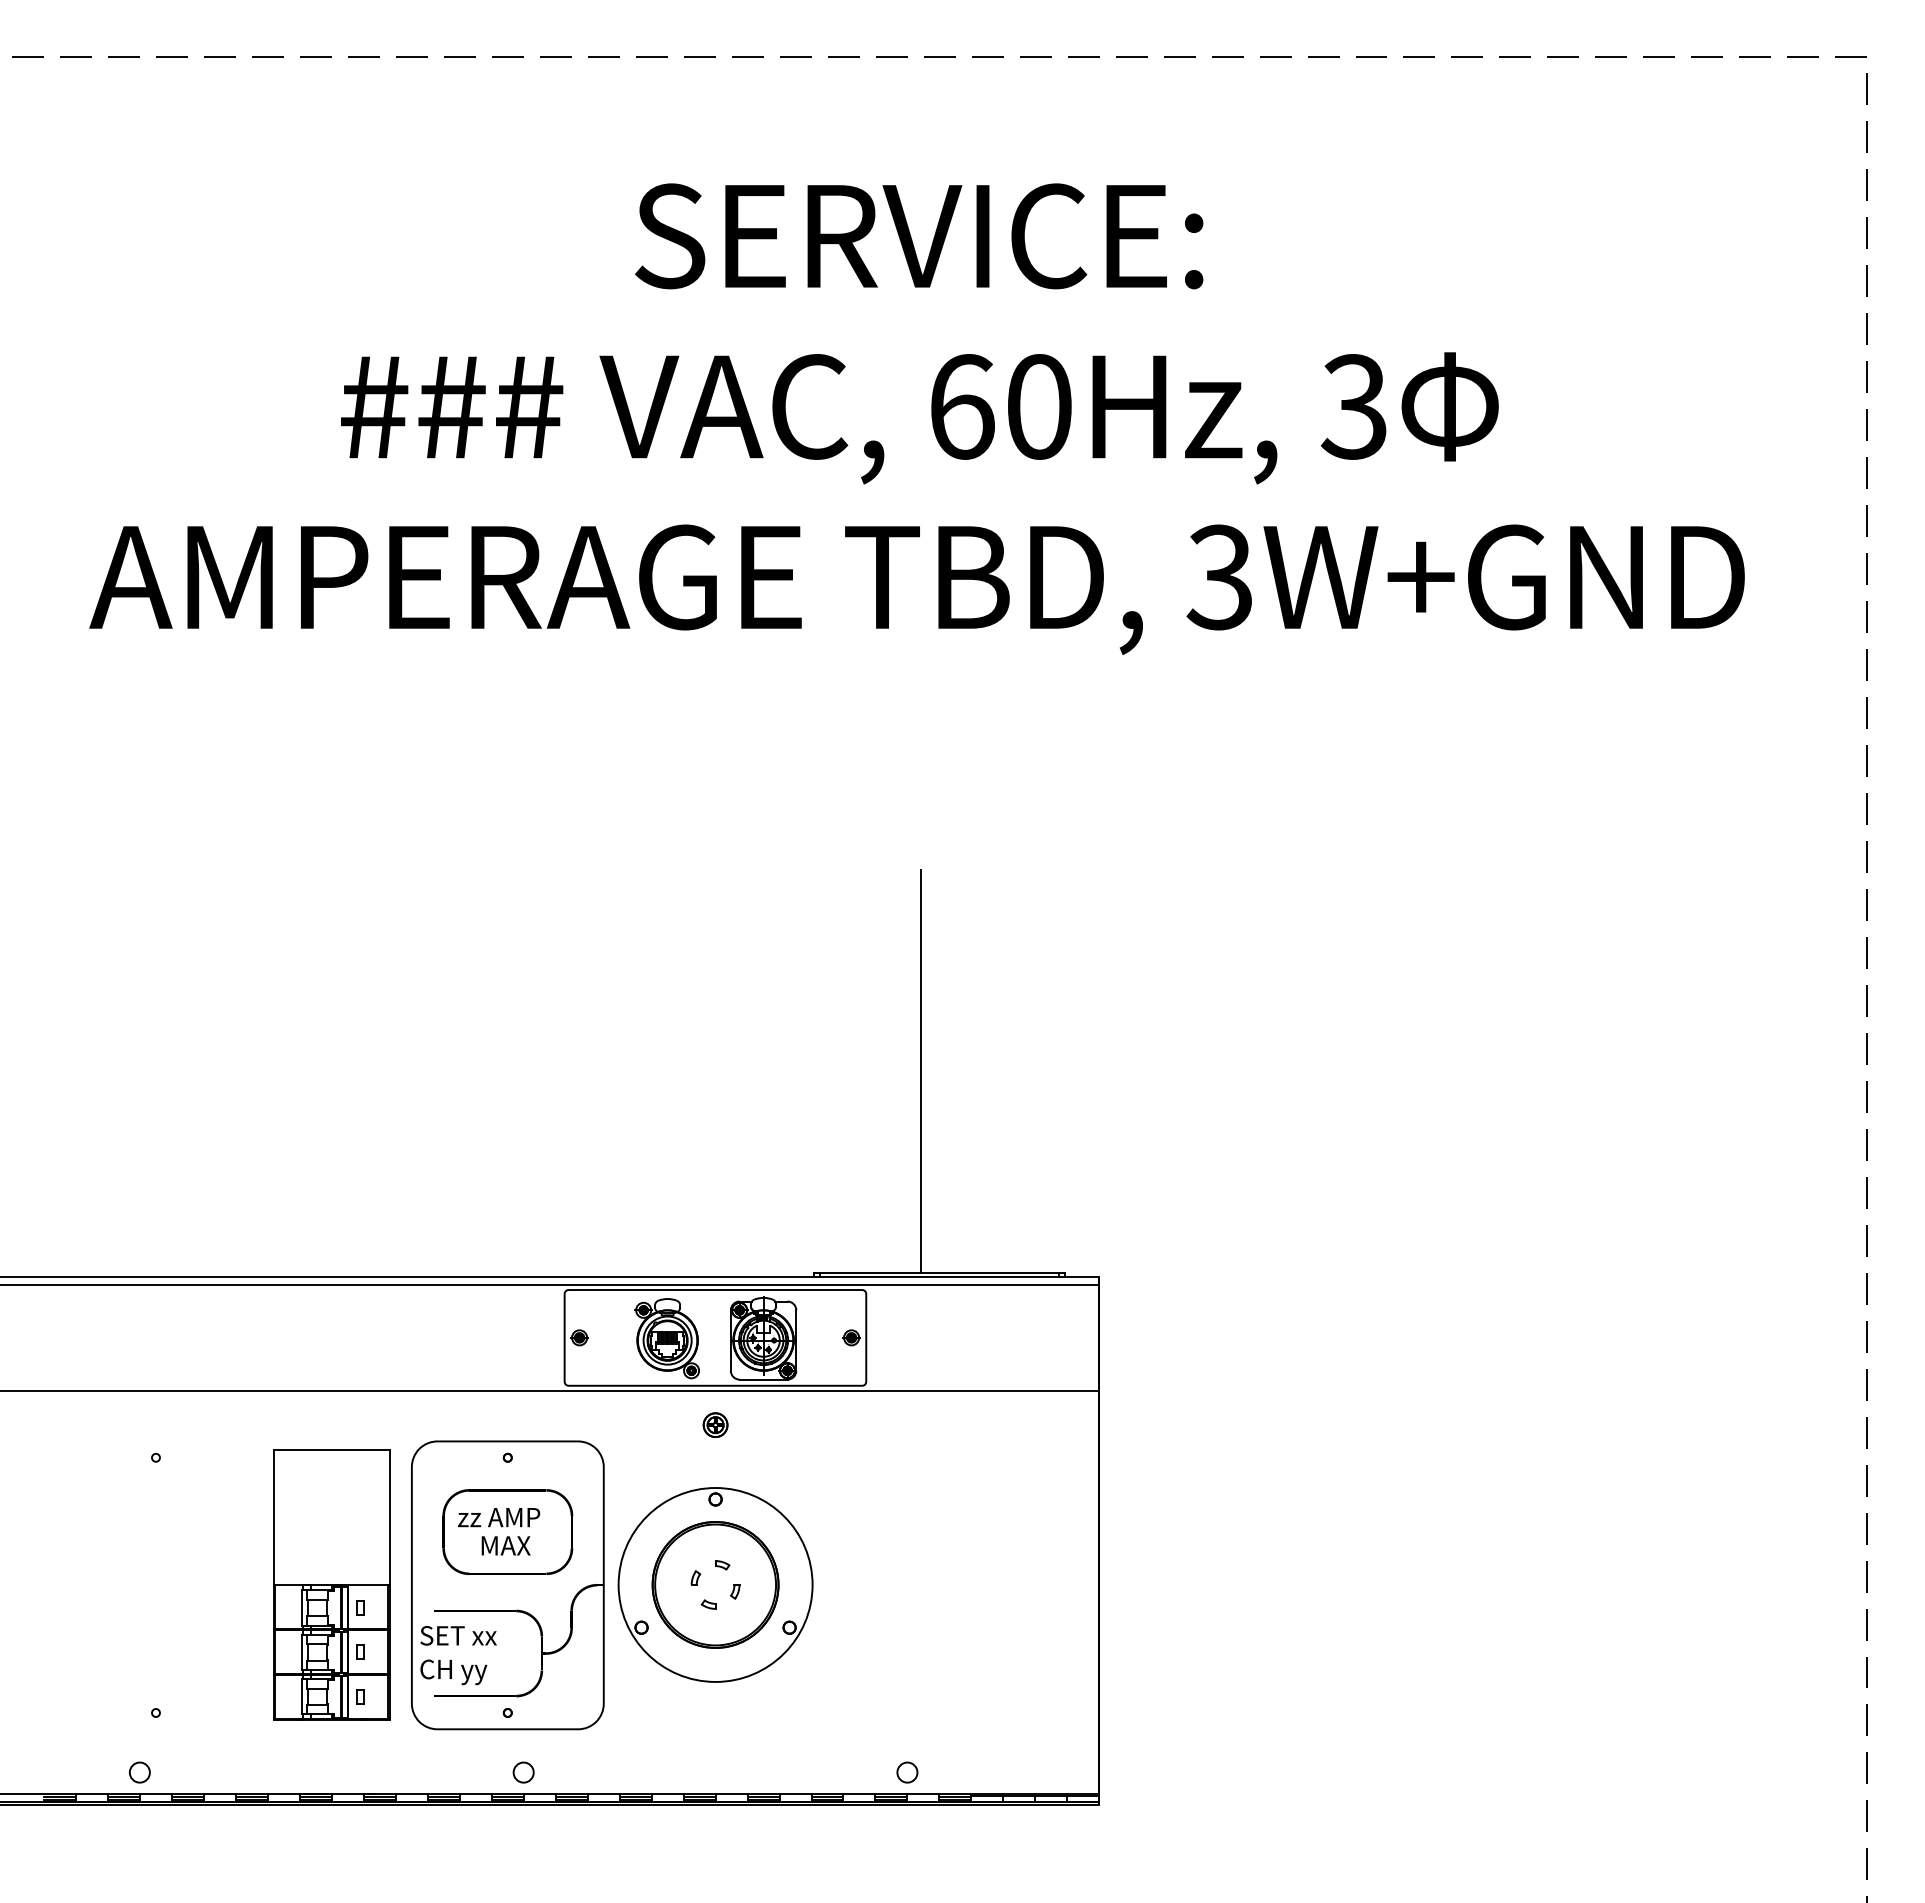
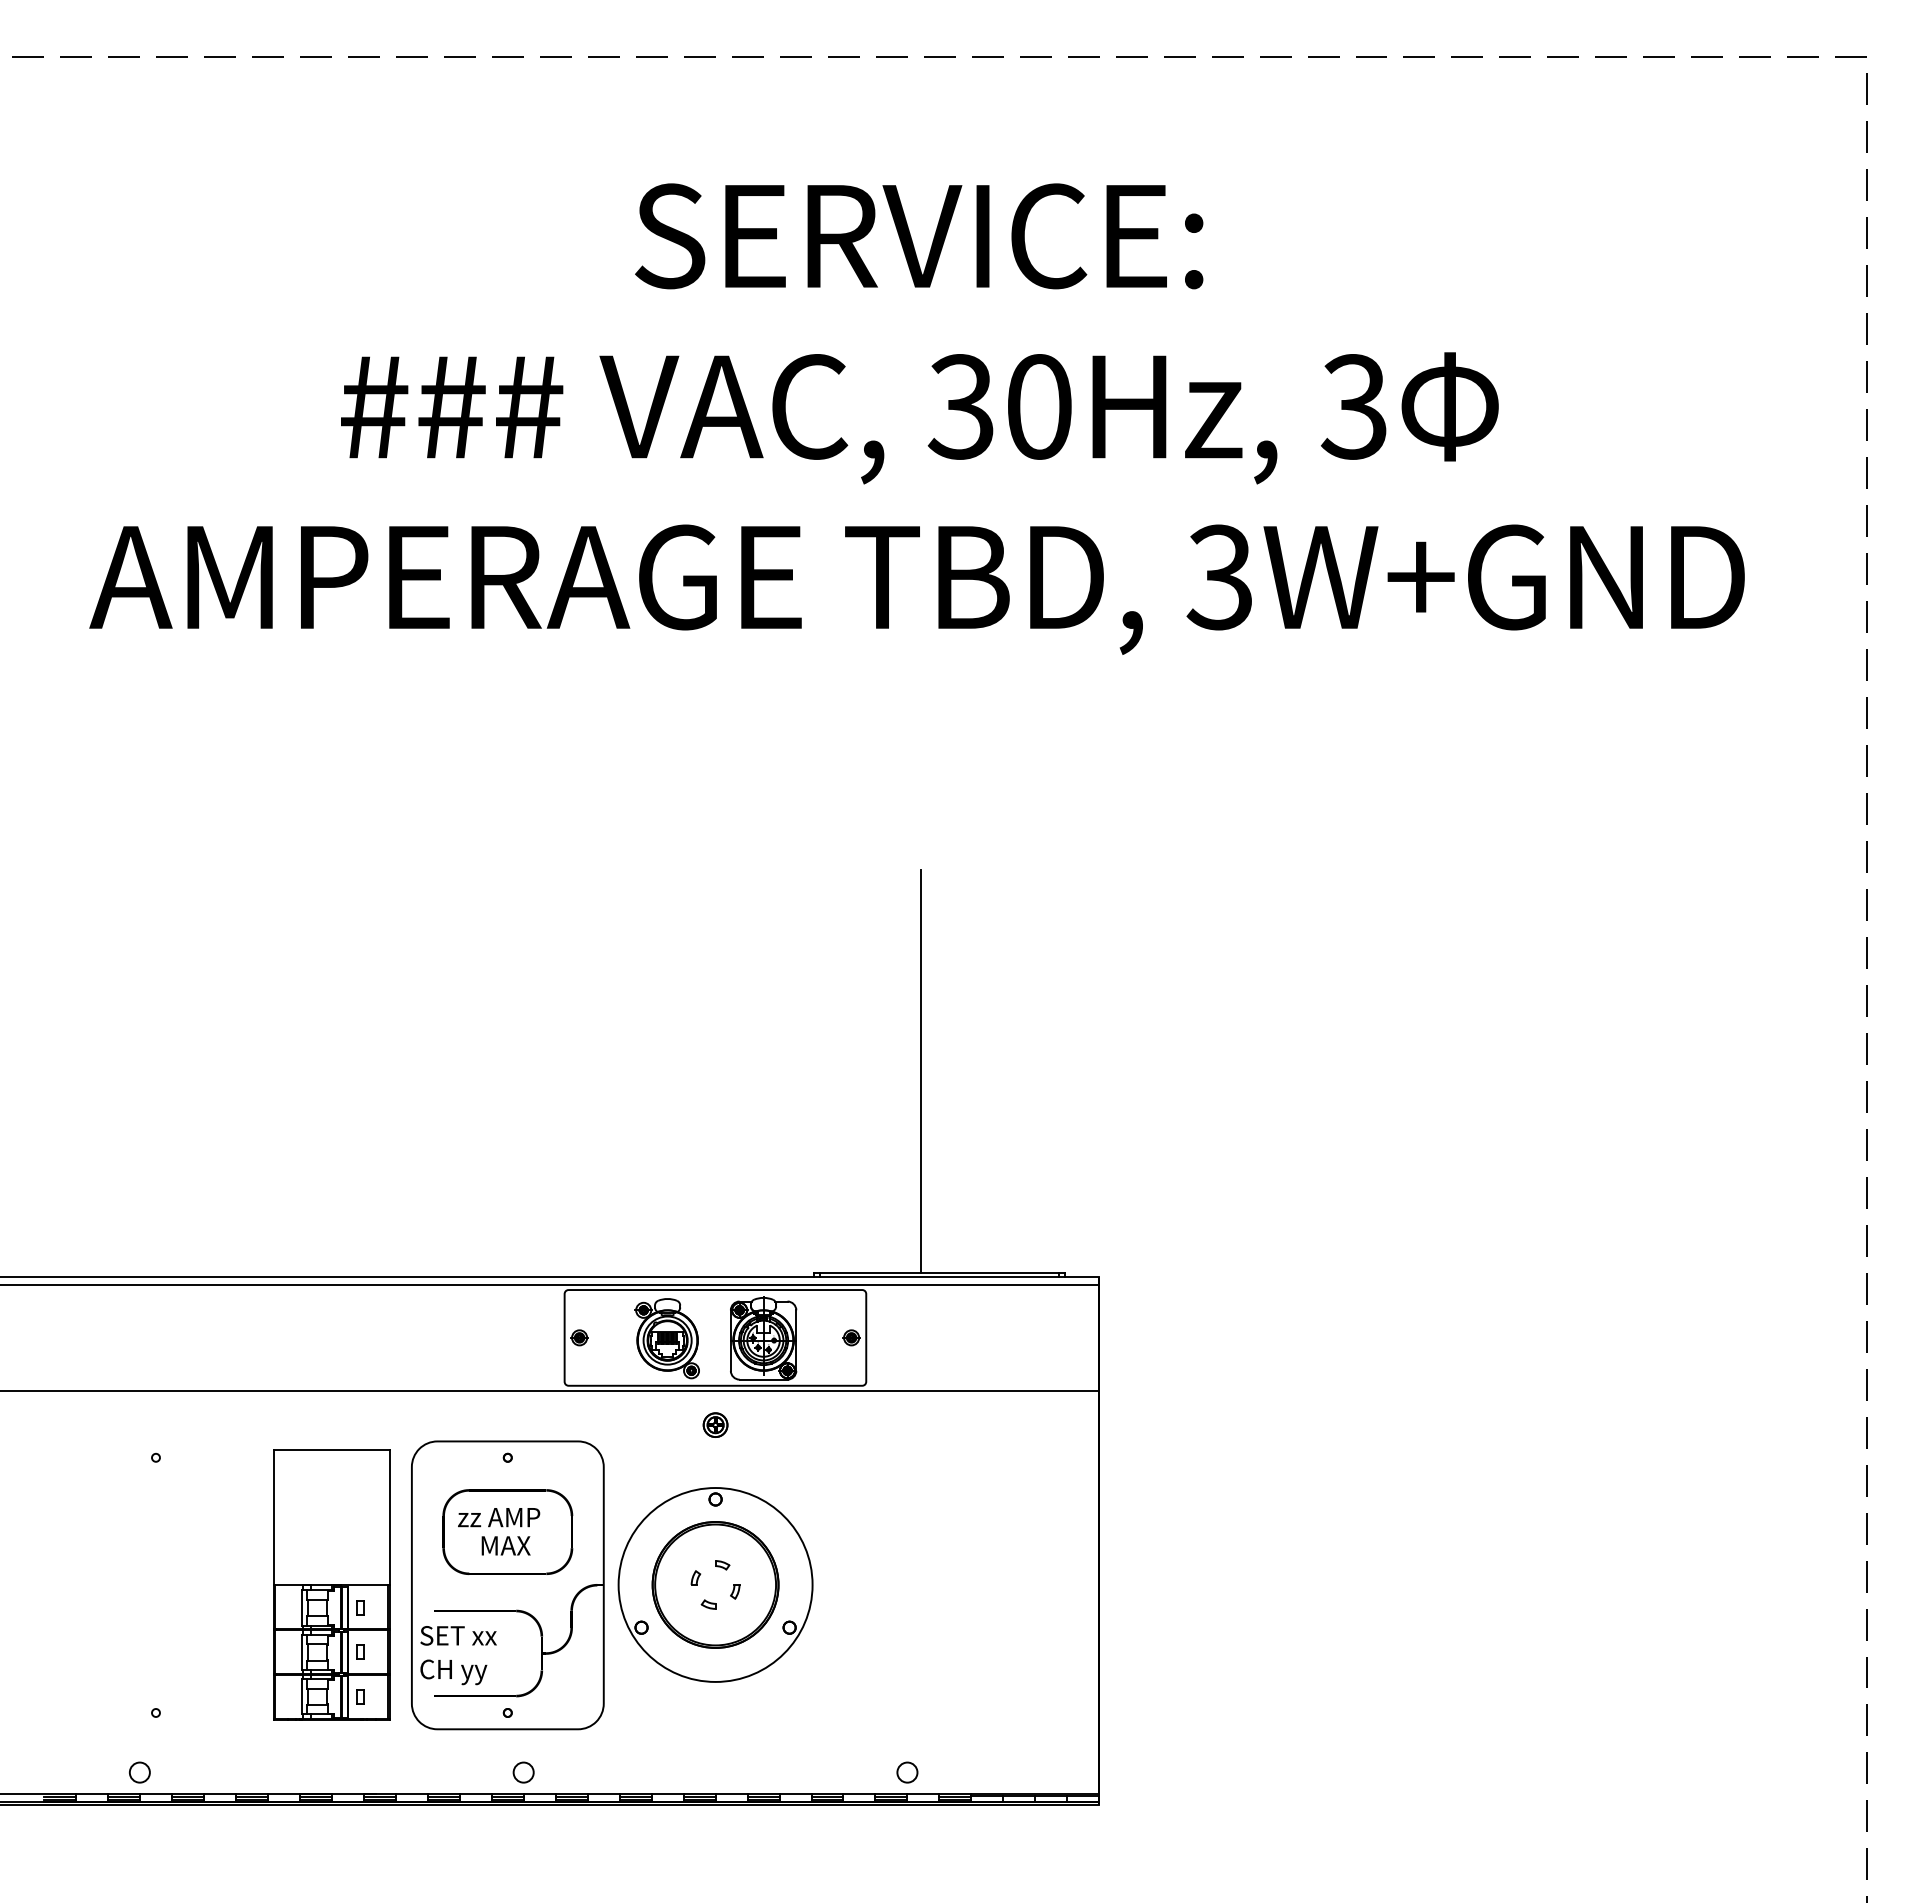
text at (960, 406): 60Hz, -> 30Hz,
